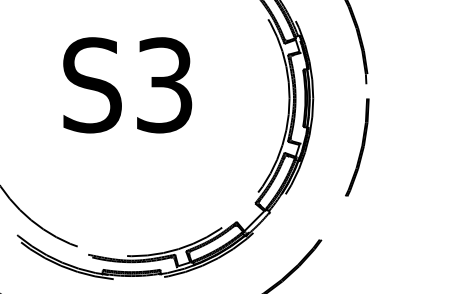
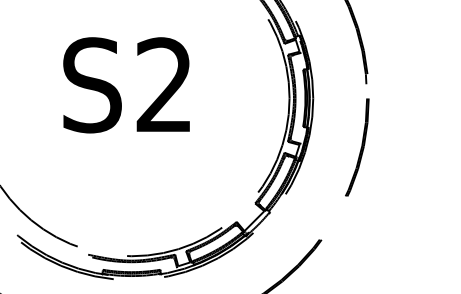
text at (164, 85): S3 -> S2
